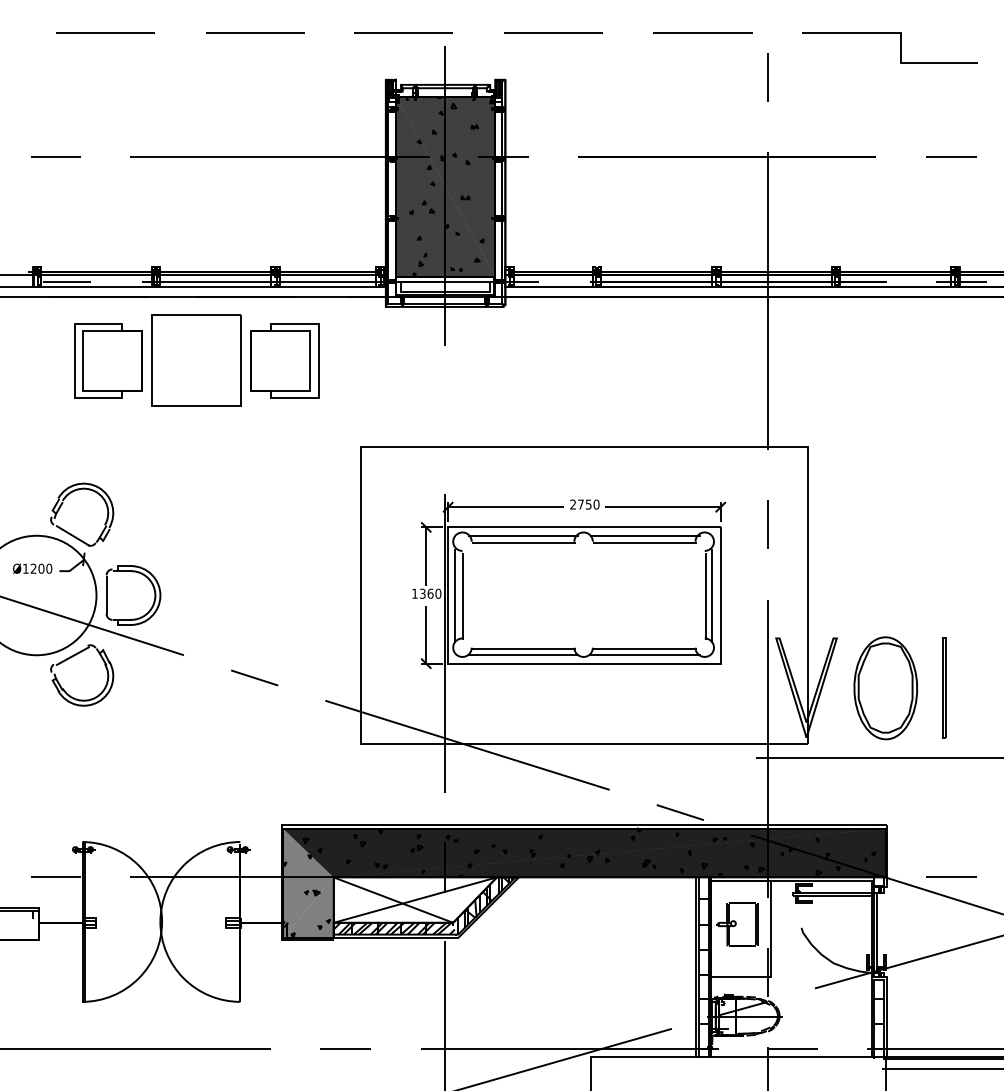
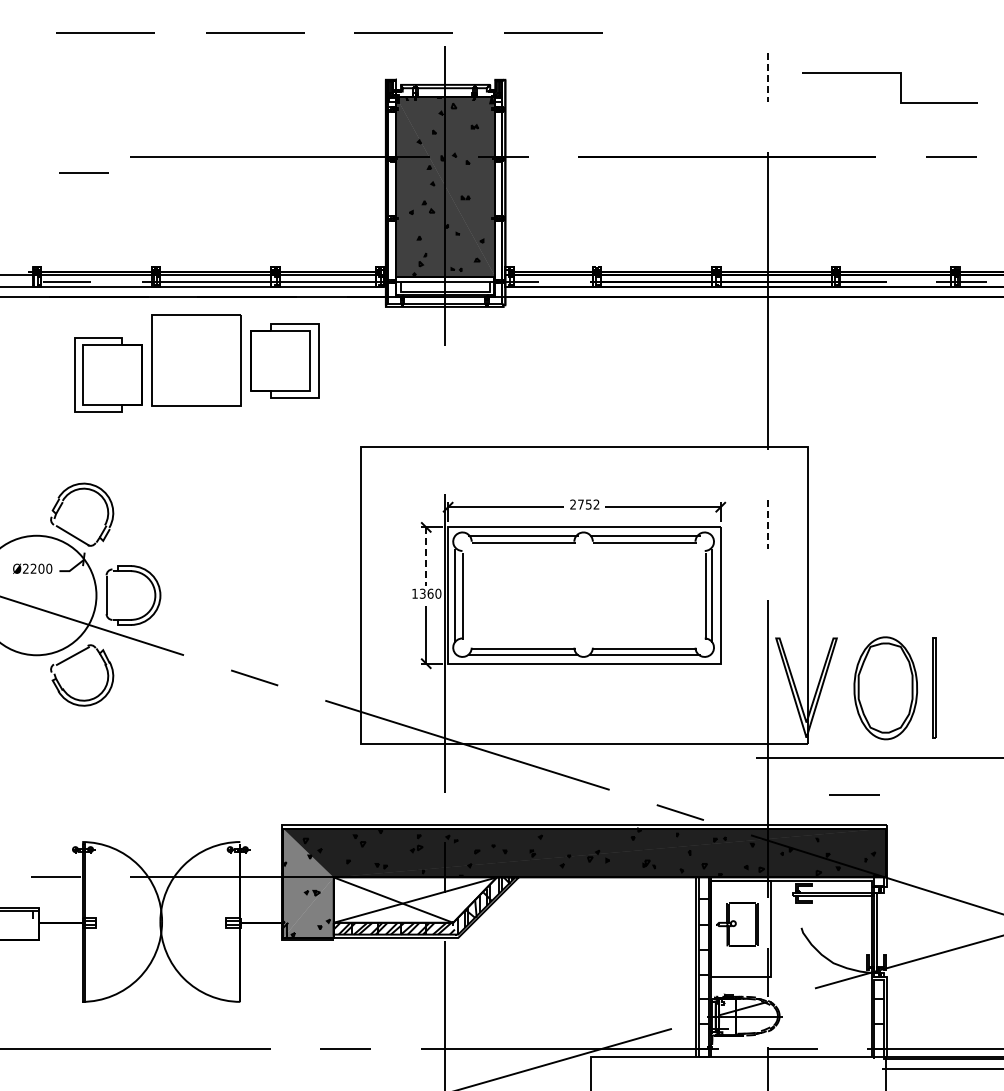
line at (702, 32): present -> none
line at (900, 47) position: (900, 47) -> (900, 87)
line at (767, 77): solid -> dashed
line at (55, 156) position: (55, 156) -> (83, 172)
part at (108, 360) position: (108, 360) -> (108, 374)
text at (596, 504): 2750 -> 2752
line at (767, 525): solid -> dashed
line at (426, 557): solid -> dashed
text at (25, 568): Ø1200 -> Ø2200
line at (943, 687) position: (943, 687) -> (933, 687)
line at (951, 876) position: (951, 876) -> (854, 794)
